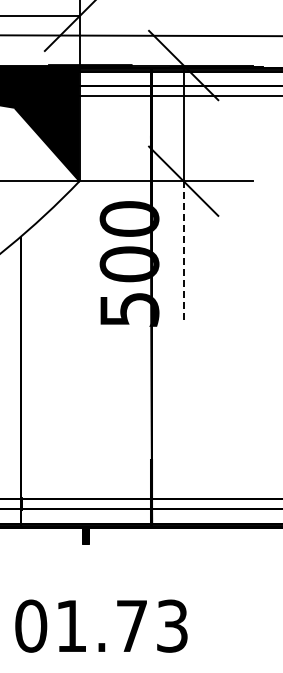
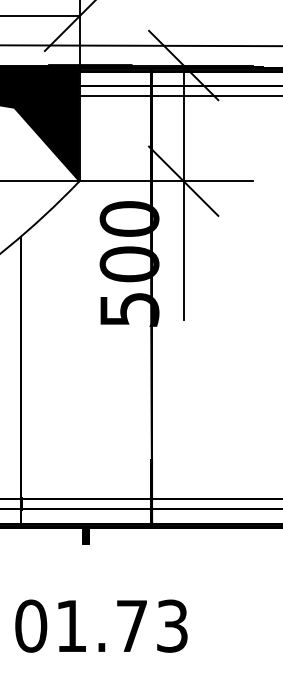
line at (140, 35) position: (140, 35) -> (140, 45)
line at (183, 250): dashed -> solid
